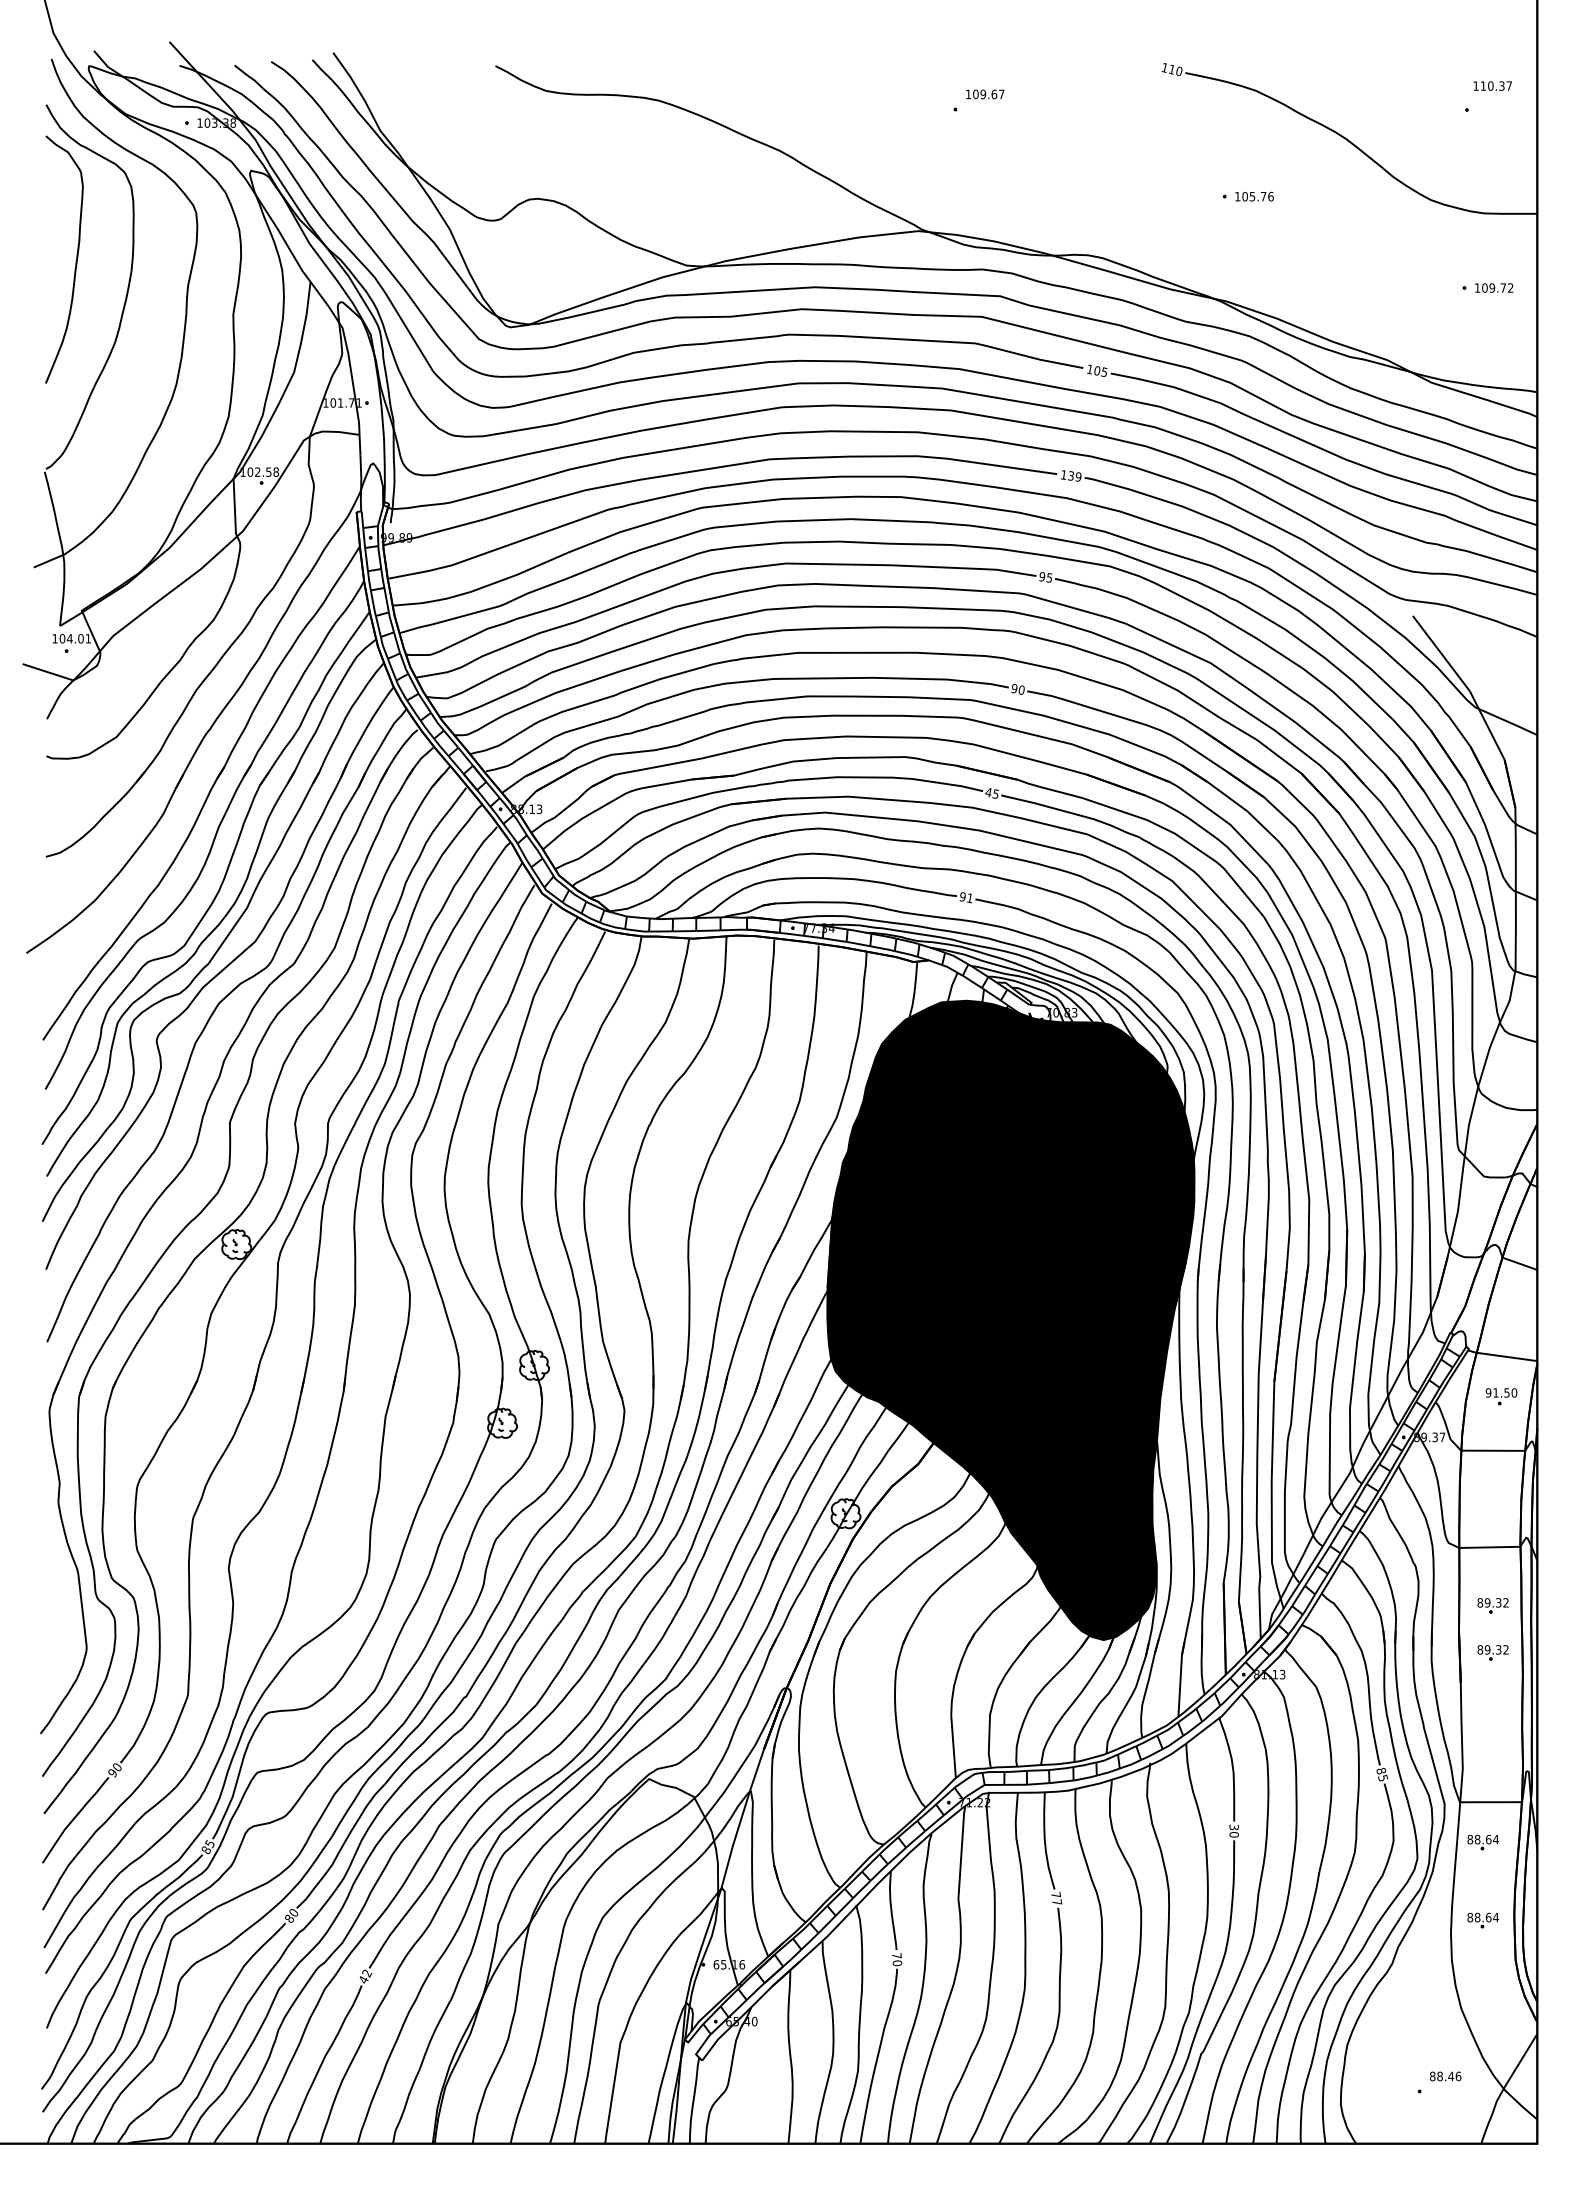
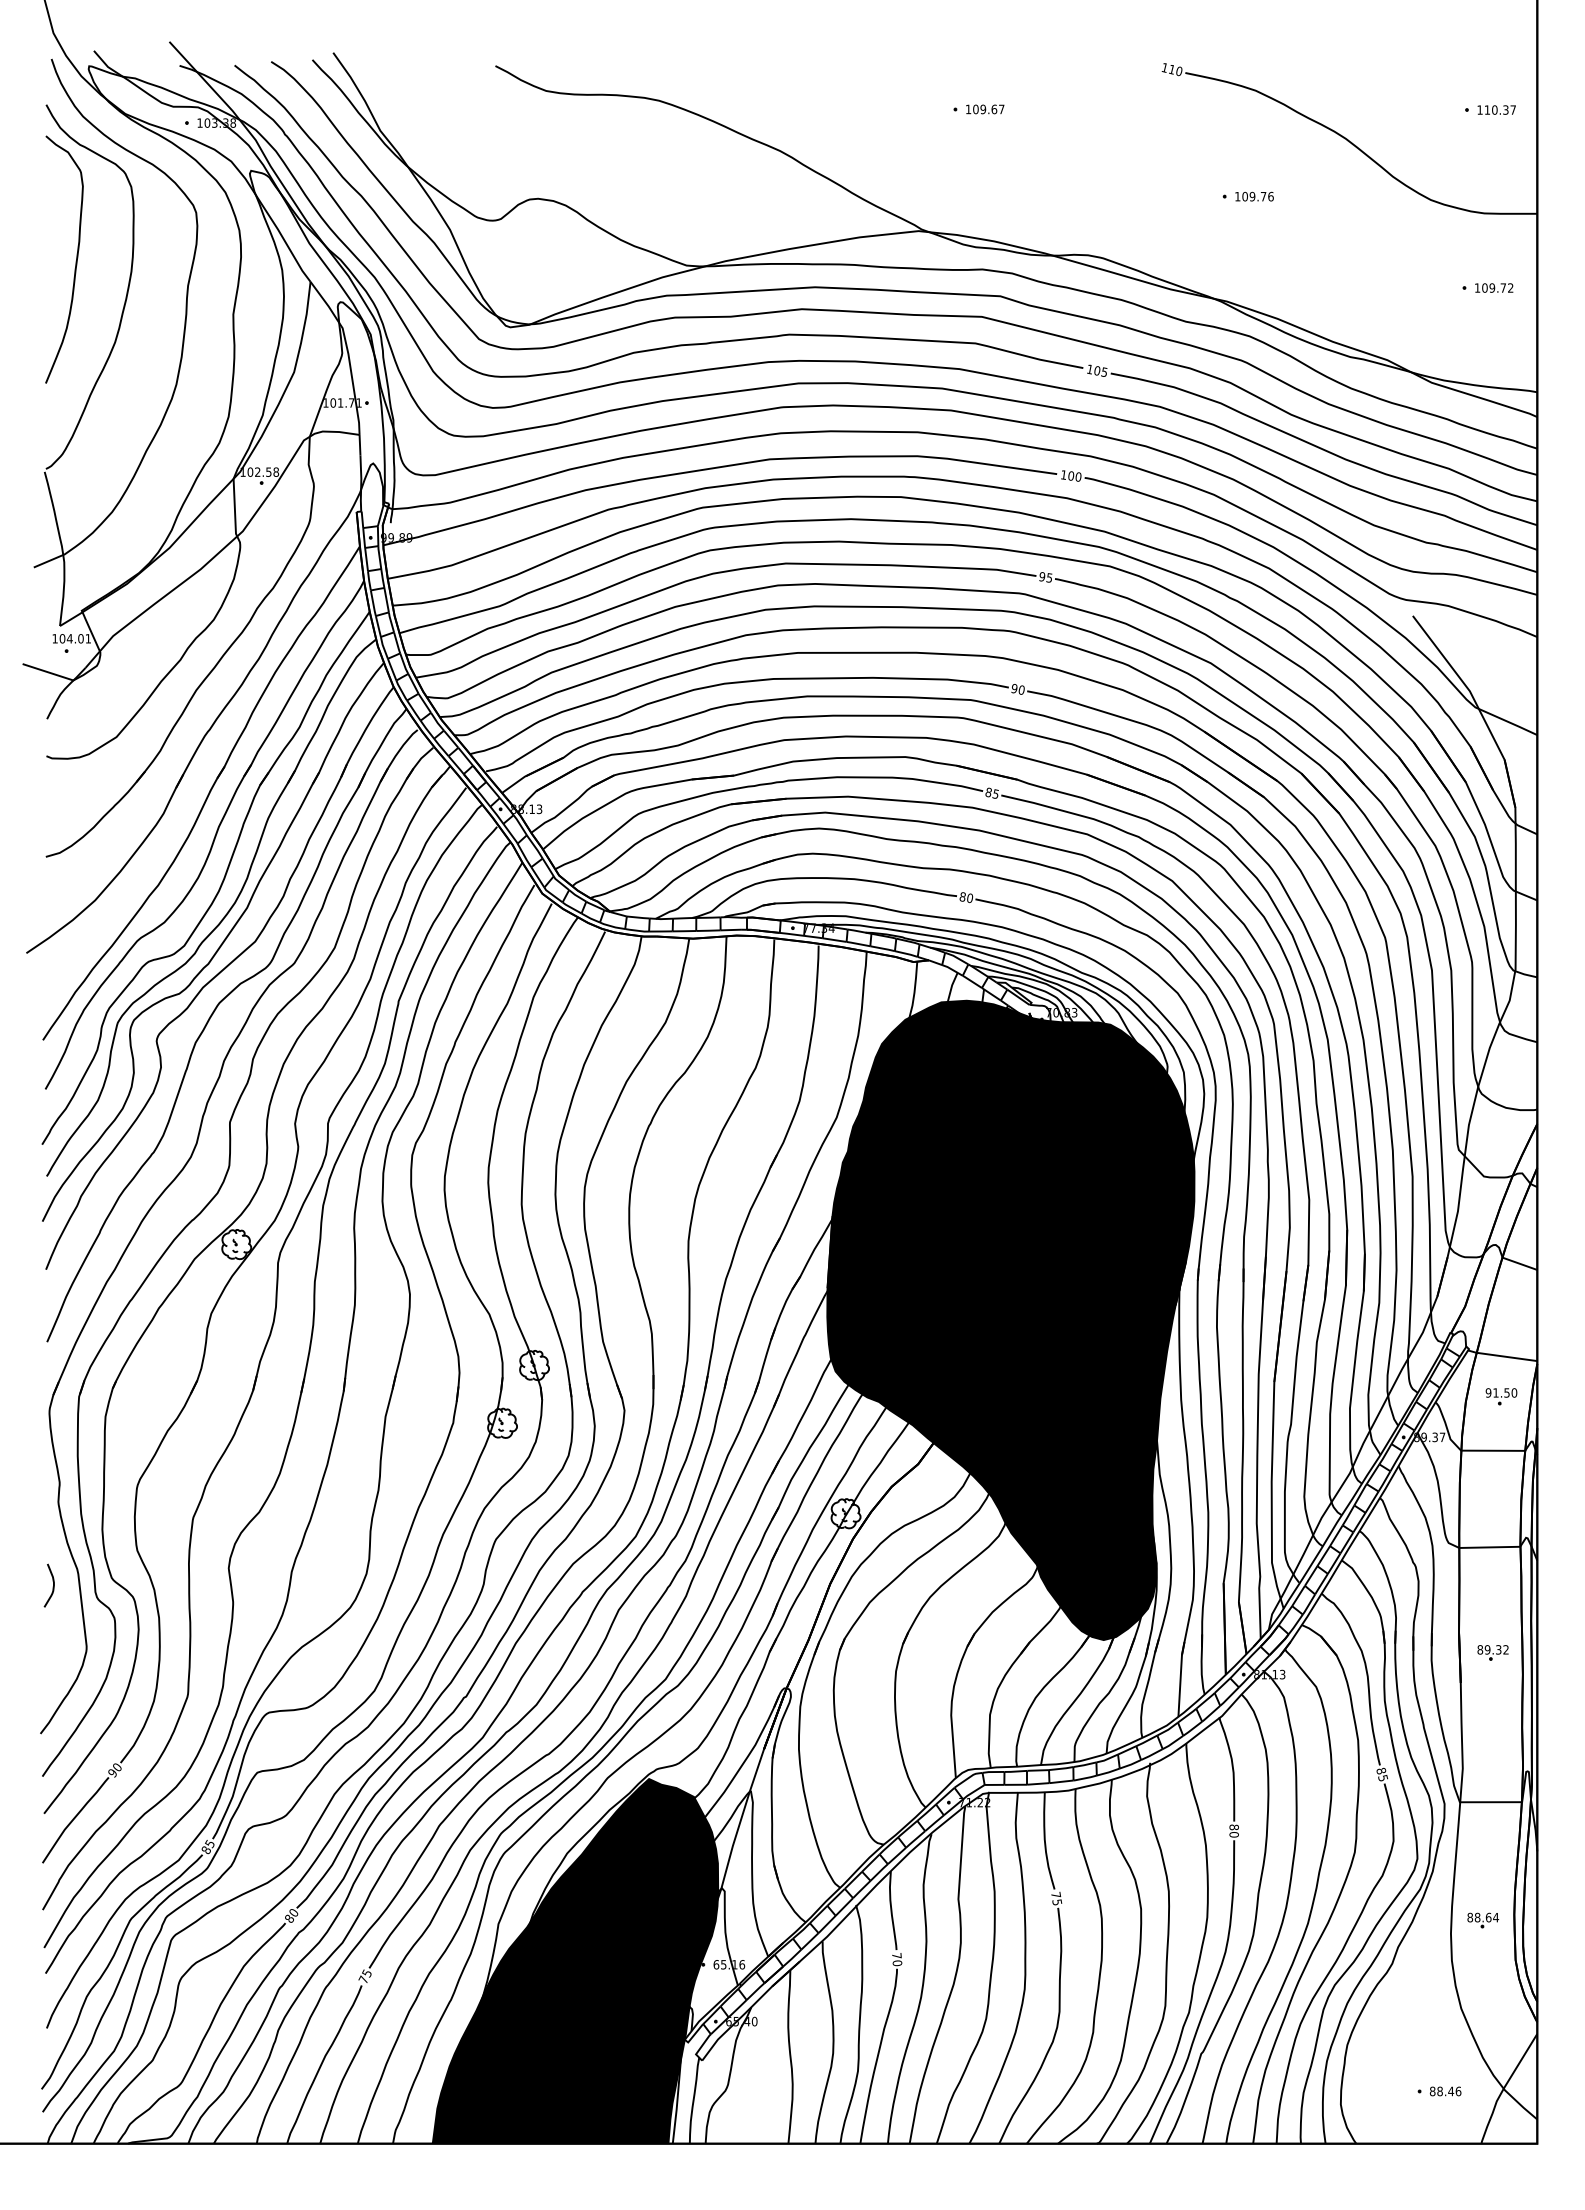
text at (1492, 85) position: (1492, 85) -> (1496, 109)
text at (985, 94) position: (985, 94) -> (985, 109)
text at (1252, 196): 105.76 -> 109.76
text at (1074, 476): 139 -> 100
text at (988, 792): 45 -> 85
text at (966, 897): 91 -> 80
curve at (52, 1586): none -> present
part at (1492, 1605): present -> none
text at (1233, 1827): 30 -> 80
part at (1483, 1842): present -> none
text at (1057, 1902): 77 -> 75
fill at (575, 1961): none -> present
text at (365, 1976): 42 -> 75
text at (1445, 2076) position: (1445, 2076) -> (1445, 2091)
